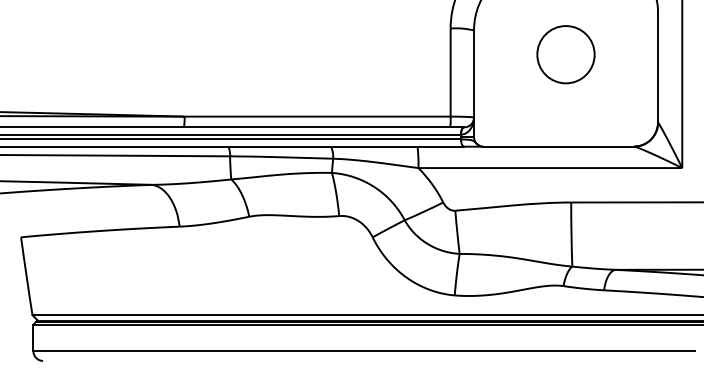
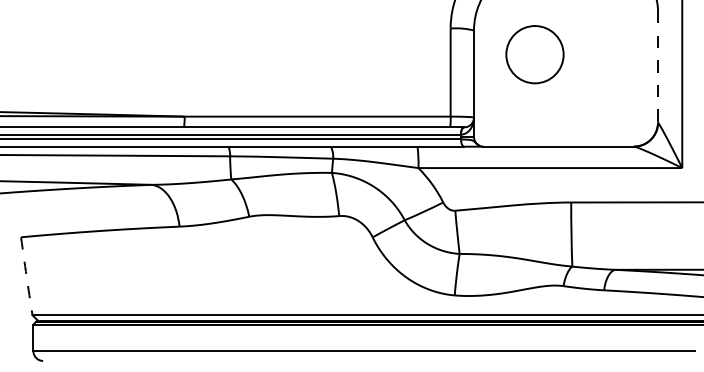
circle at (565, 54) position: (565, 54) -> (534, 54)
line at (657, 66): solid -> dashed
arc at (26, 276): solid -> dashed
